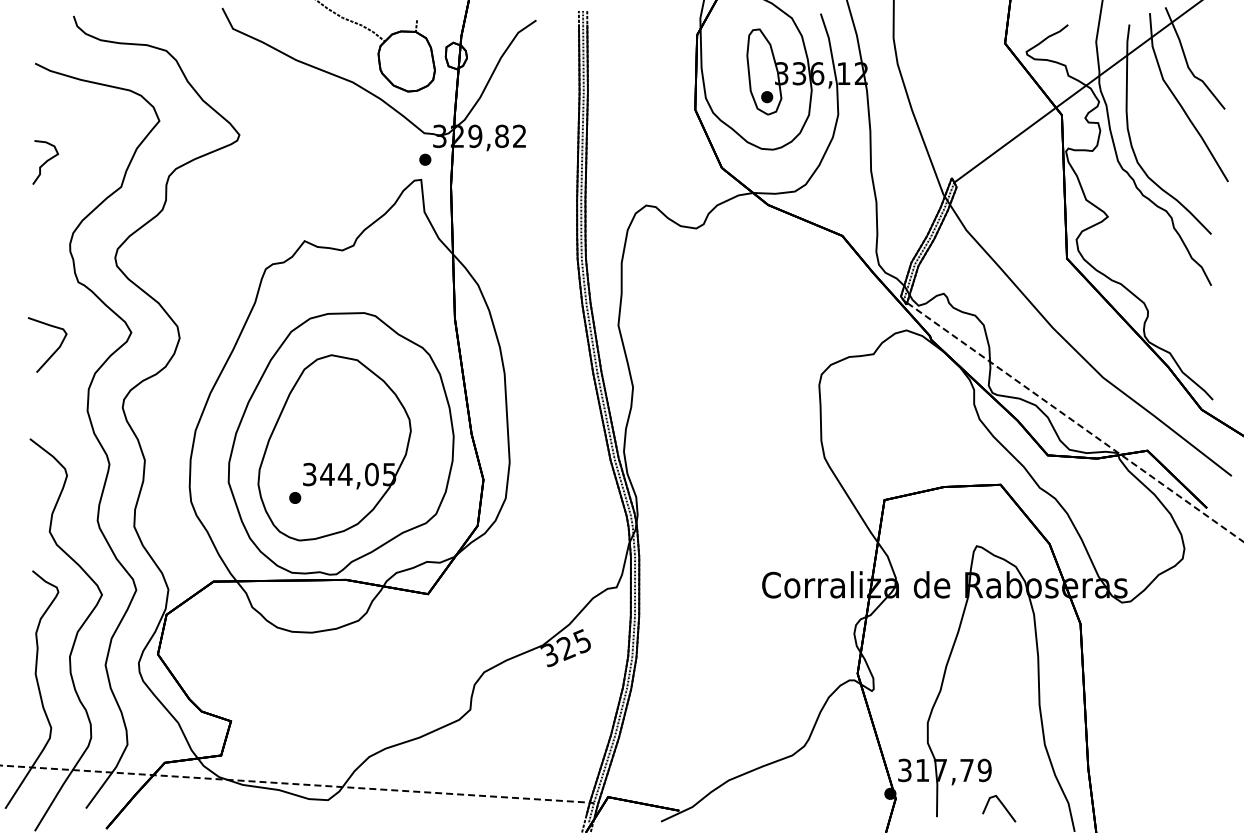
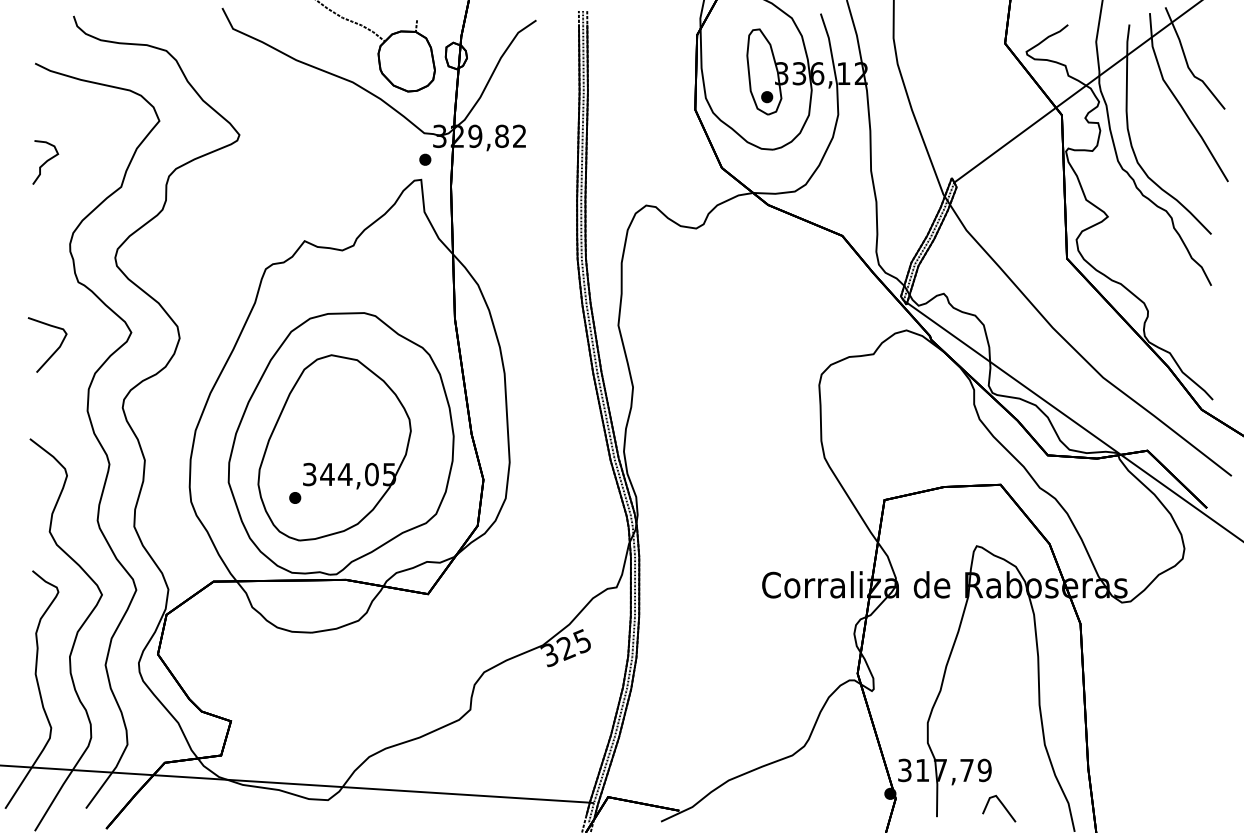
line at (1075, 422): dashed -> solid
line at (295, 784): dashed -> solid
